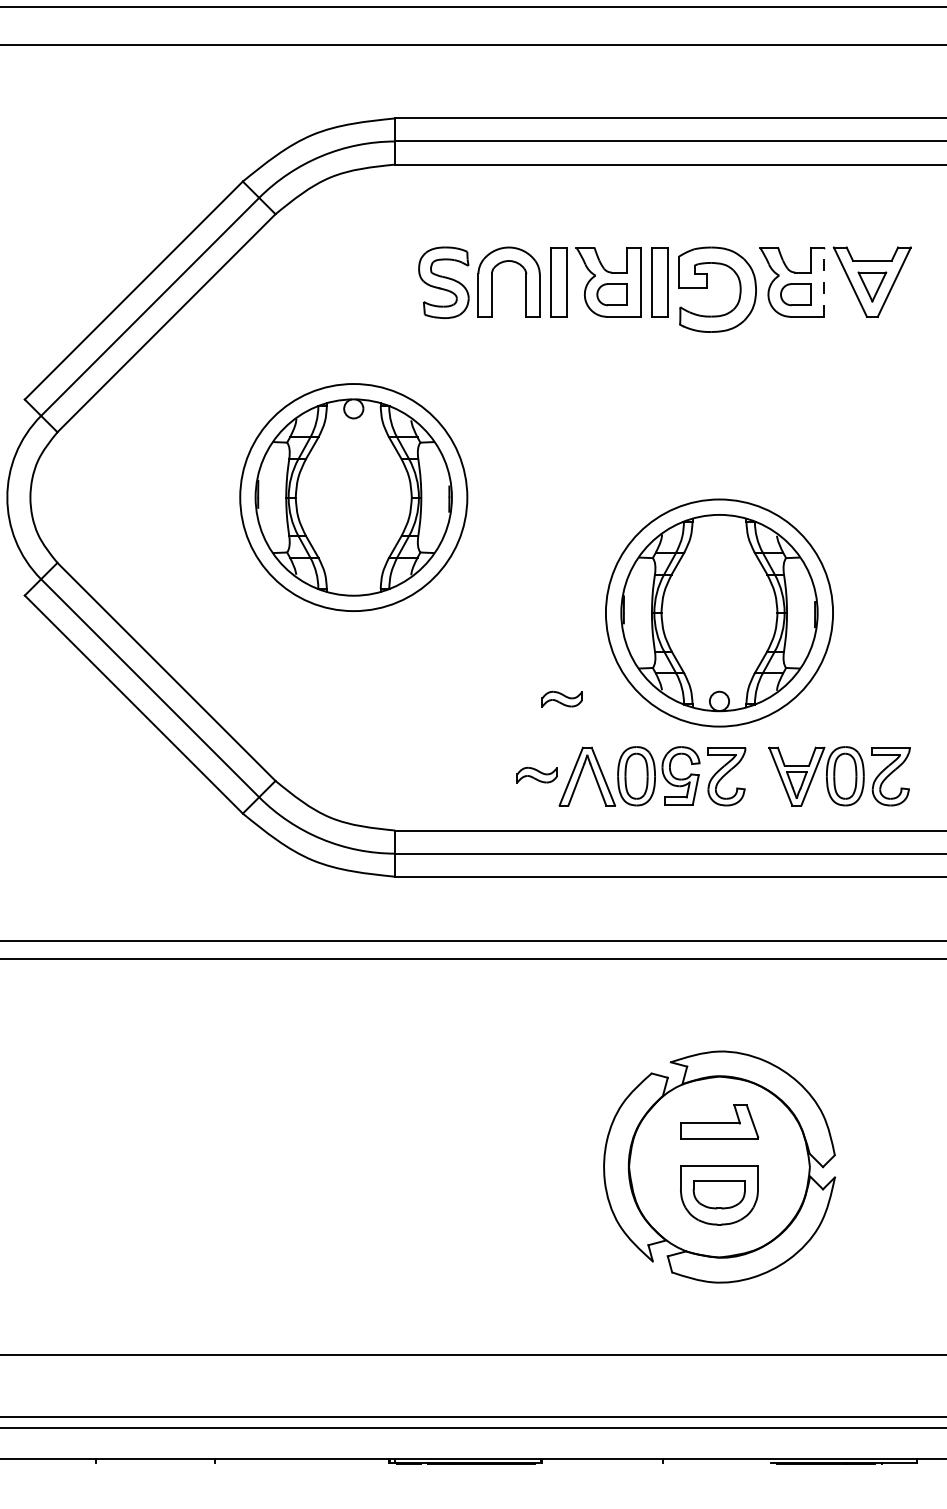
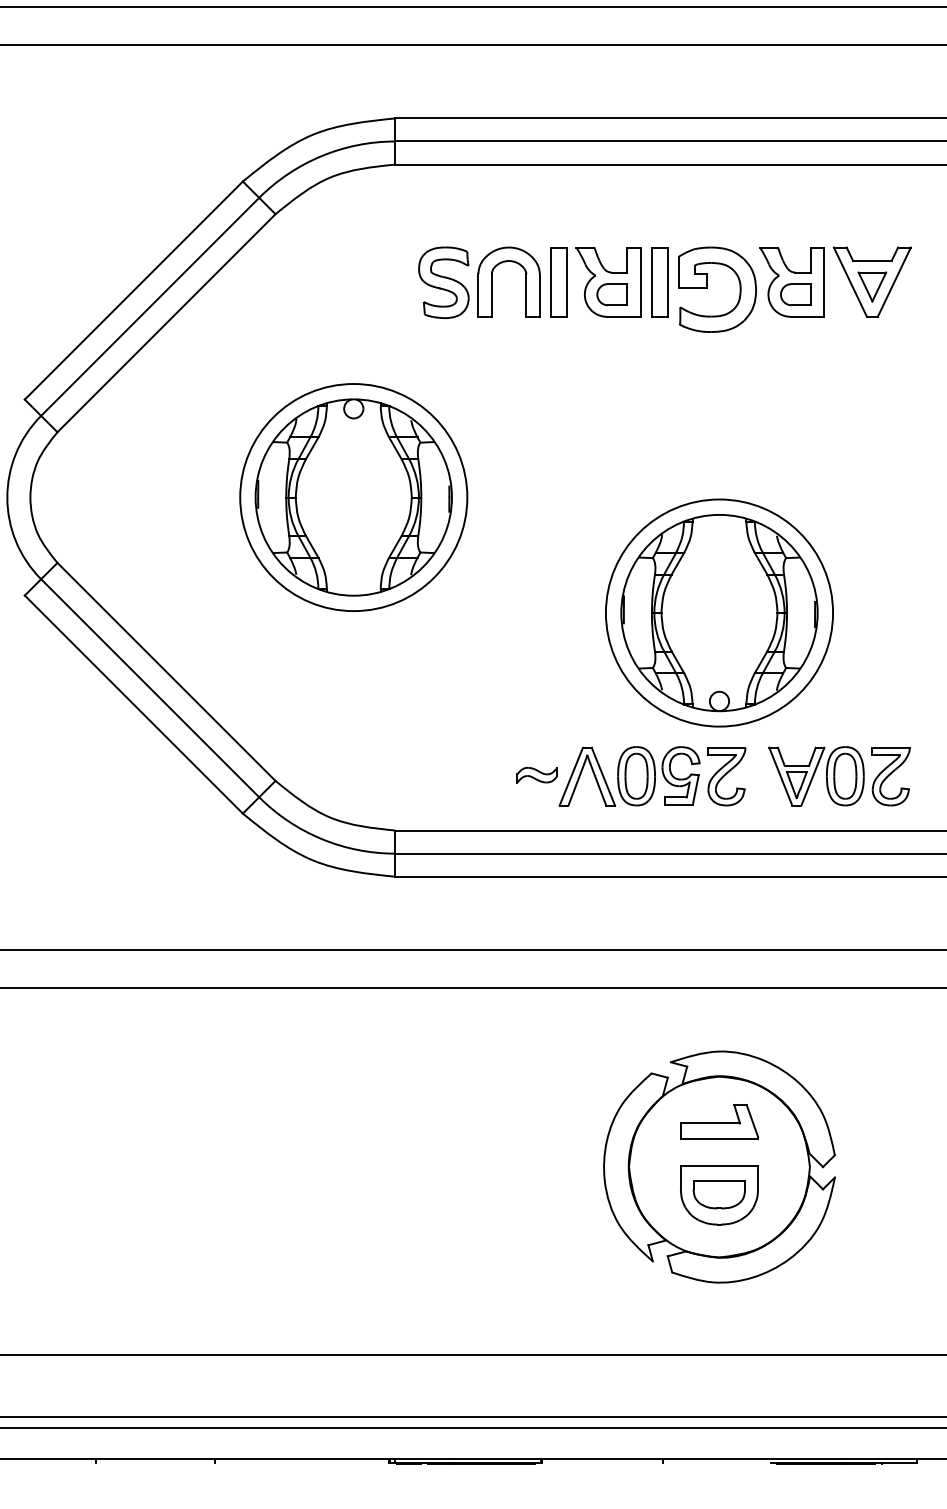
line at (824, 282): dashed -> solid
part at (561, 698): present -> none
line at (472, 940) position: (472, 940) -> (472, 949)
line at (472, 959) position: (472, 959) -> (472, 988)
